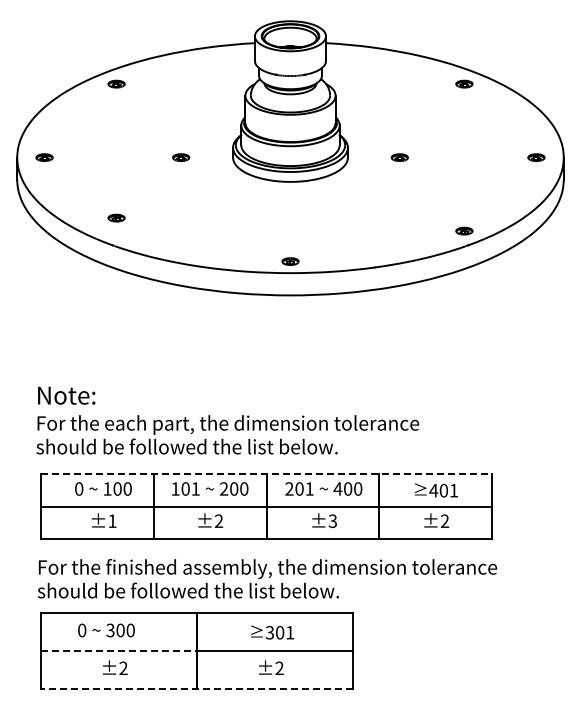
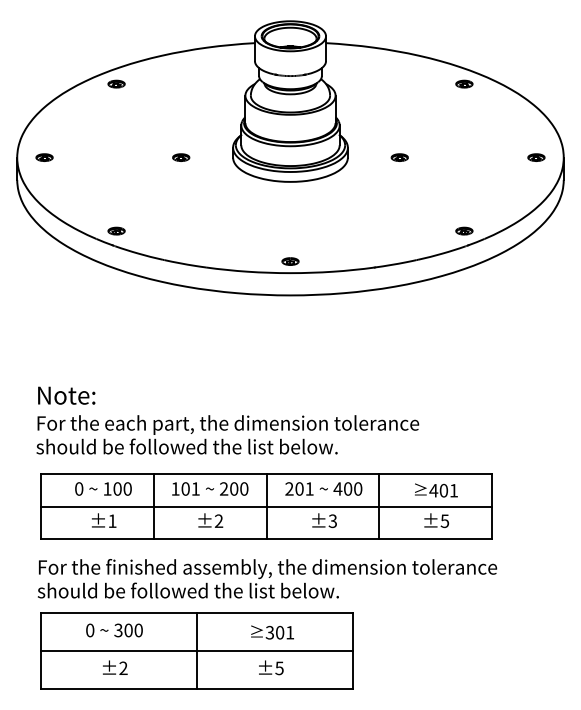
part at (116, 217) position: (116, 217) -> (116, 230)
line at (267, 474): dashed -> solid
text at (444, 521): ±2 -> ±5
text at (106, 630) position: (106, 630) -> (114, 630)
line at (119, 650): dashed -> solid
text at (279, 668): ±2 -> ±5
line at (196, 688): dashed -> solid
